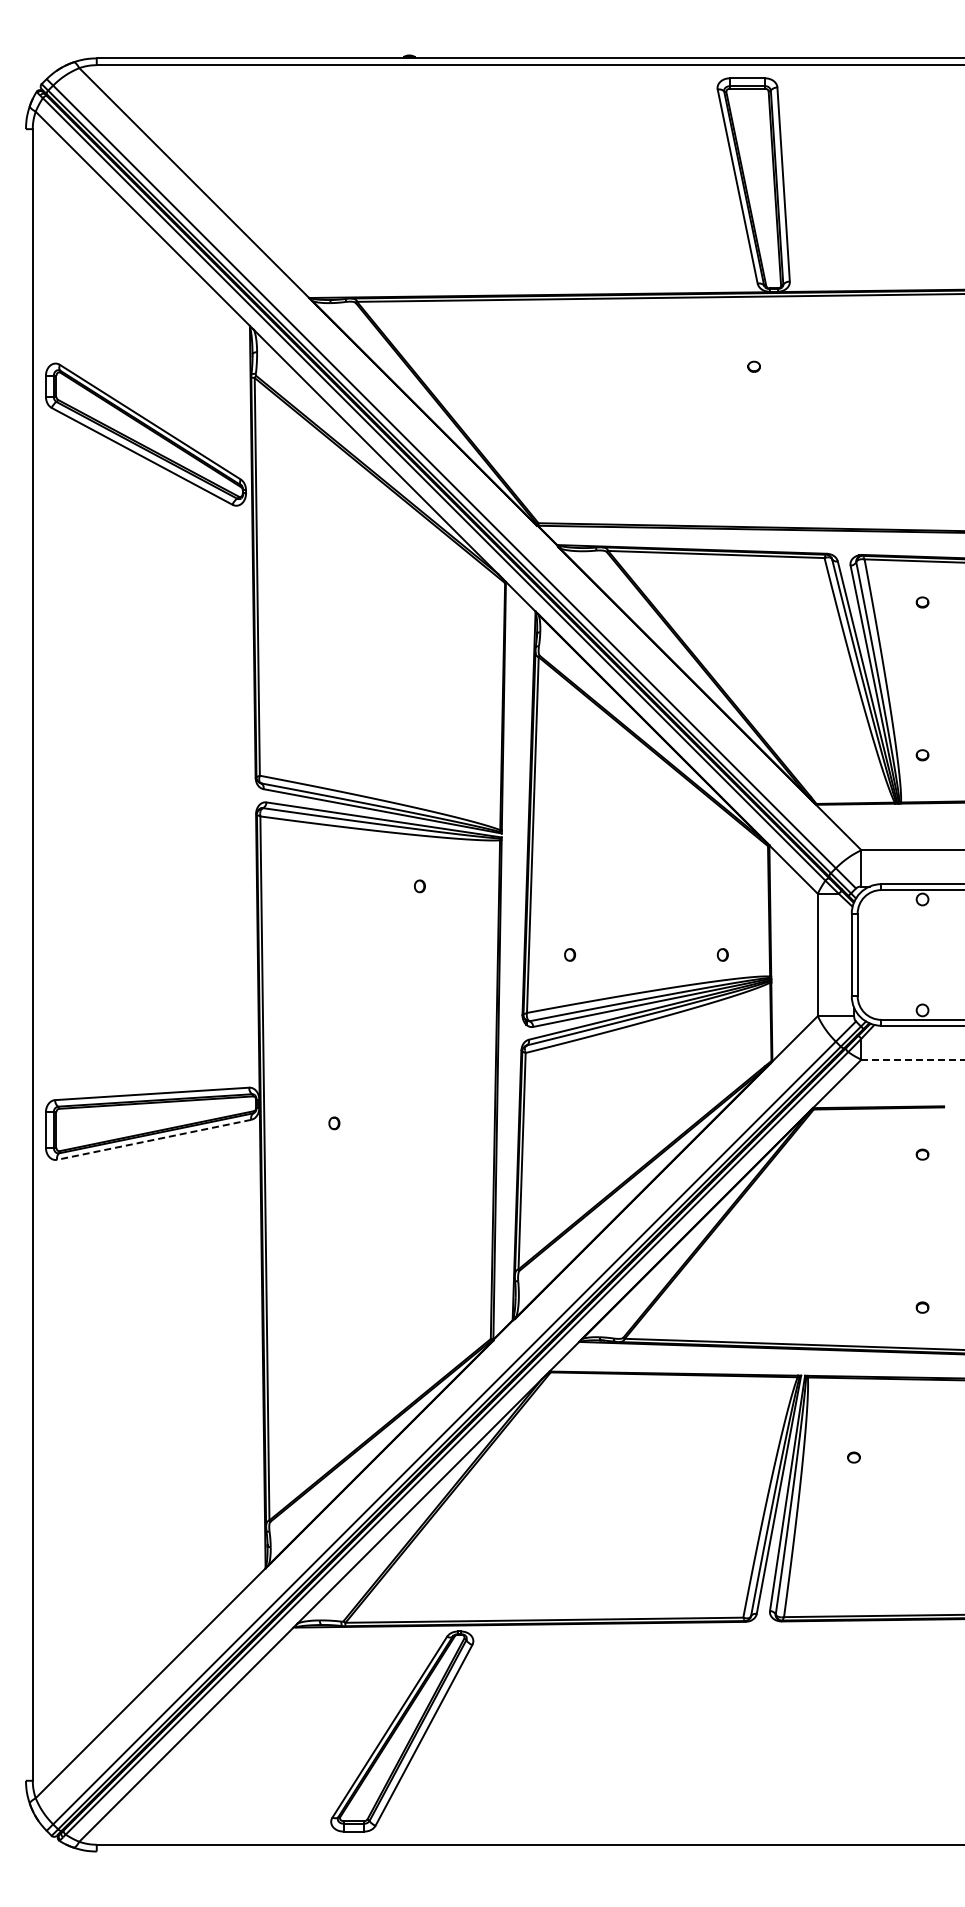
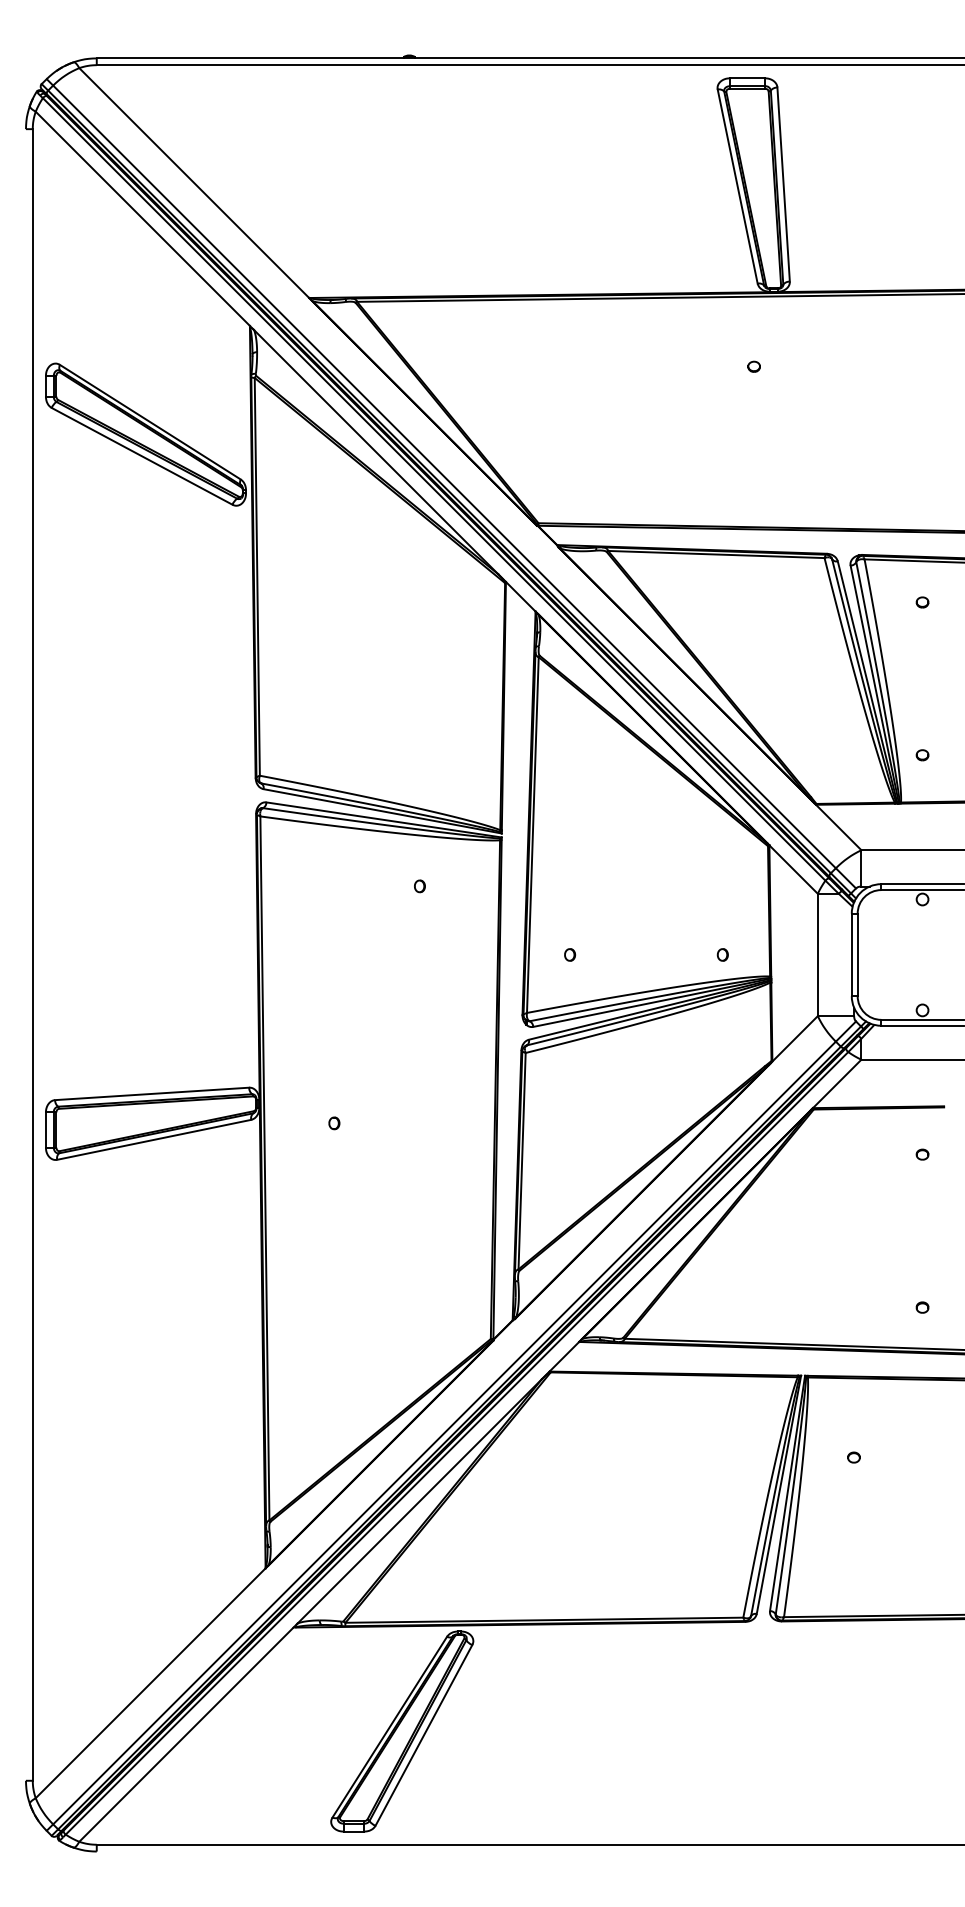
line at (913, 1059): dashed -> solid
line at (153, 1139): dashed -> solid
